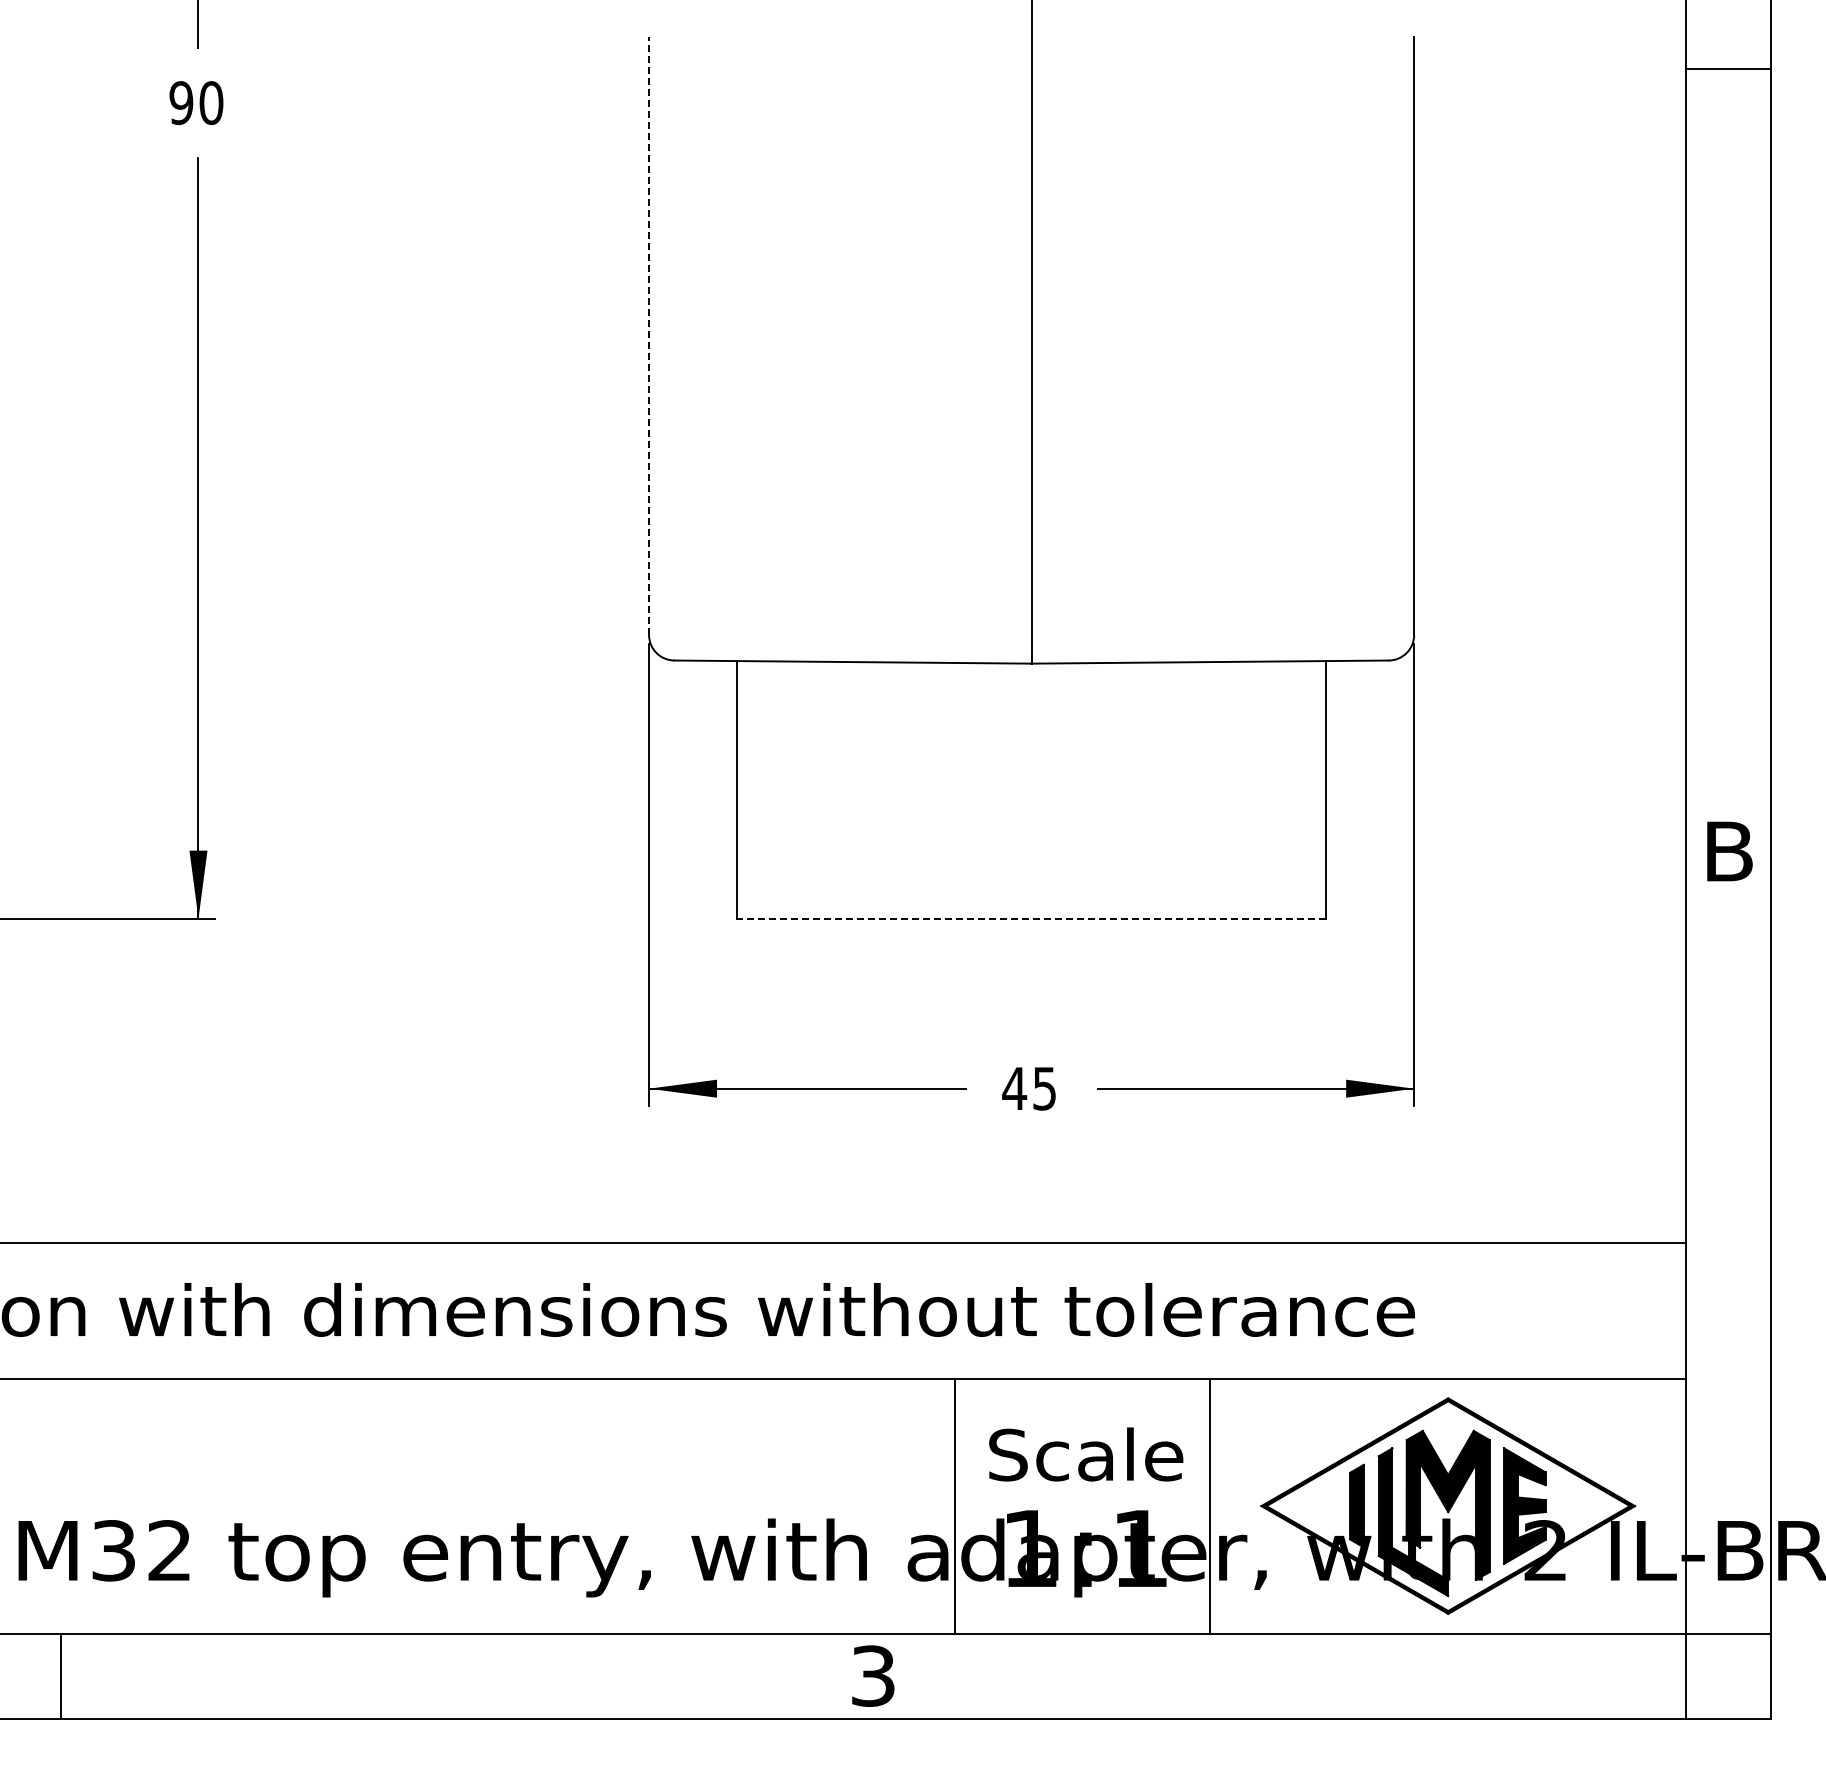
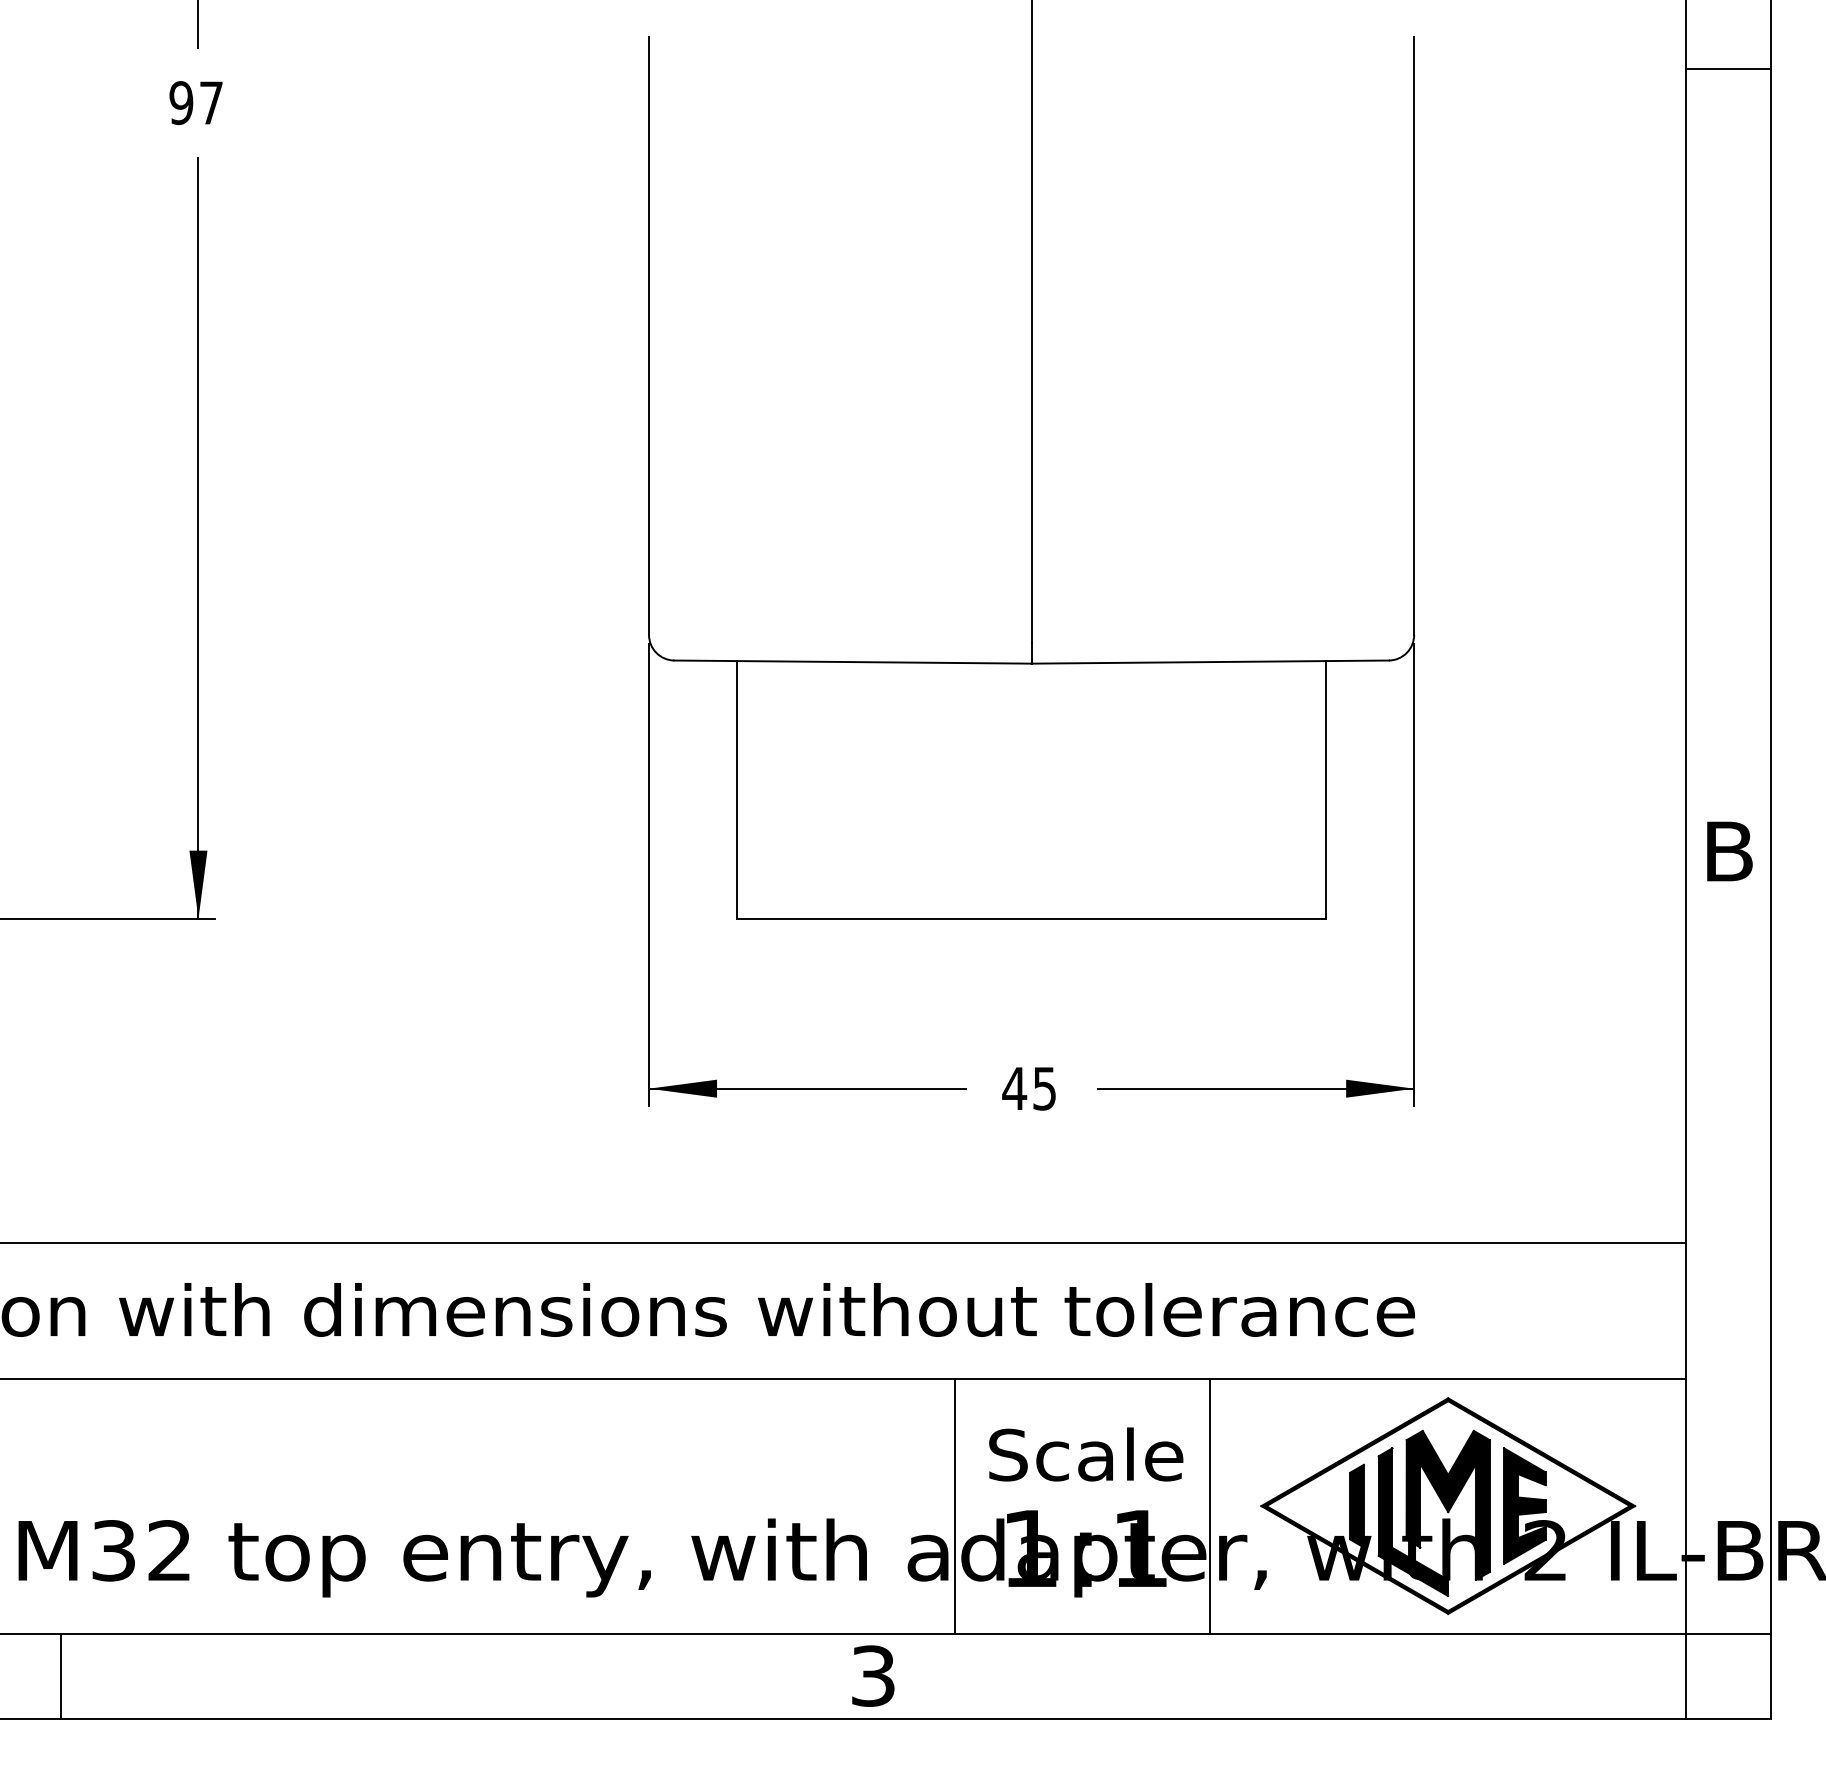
text at (211, 103): 90 -> 97
line at (649, 336): dashed -> solid
line at (1031, 918): dashed -> solid
